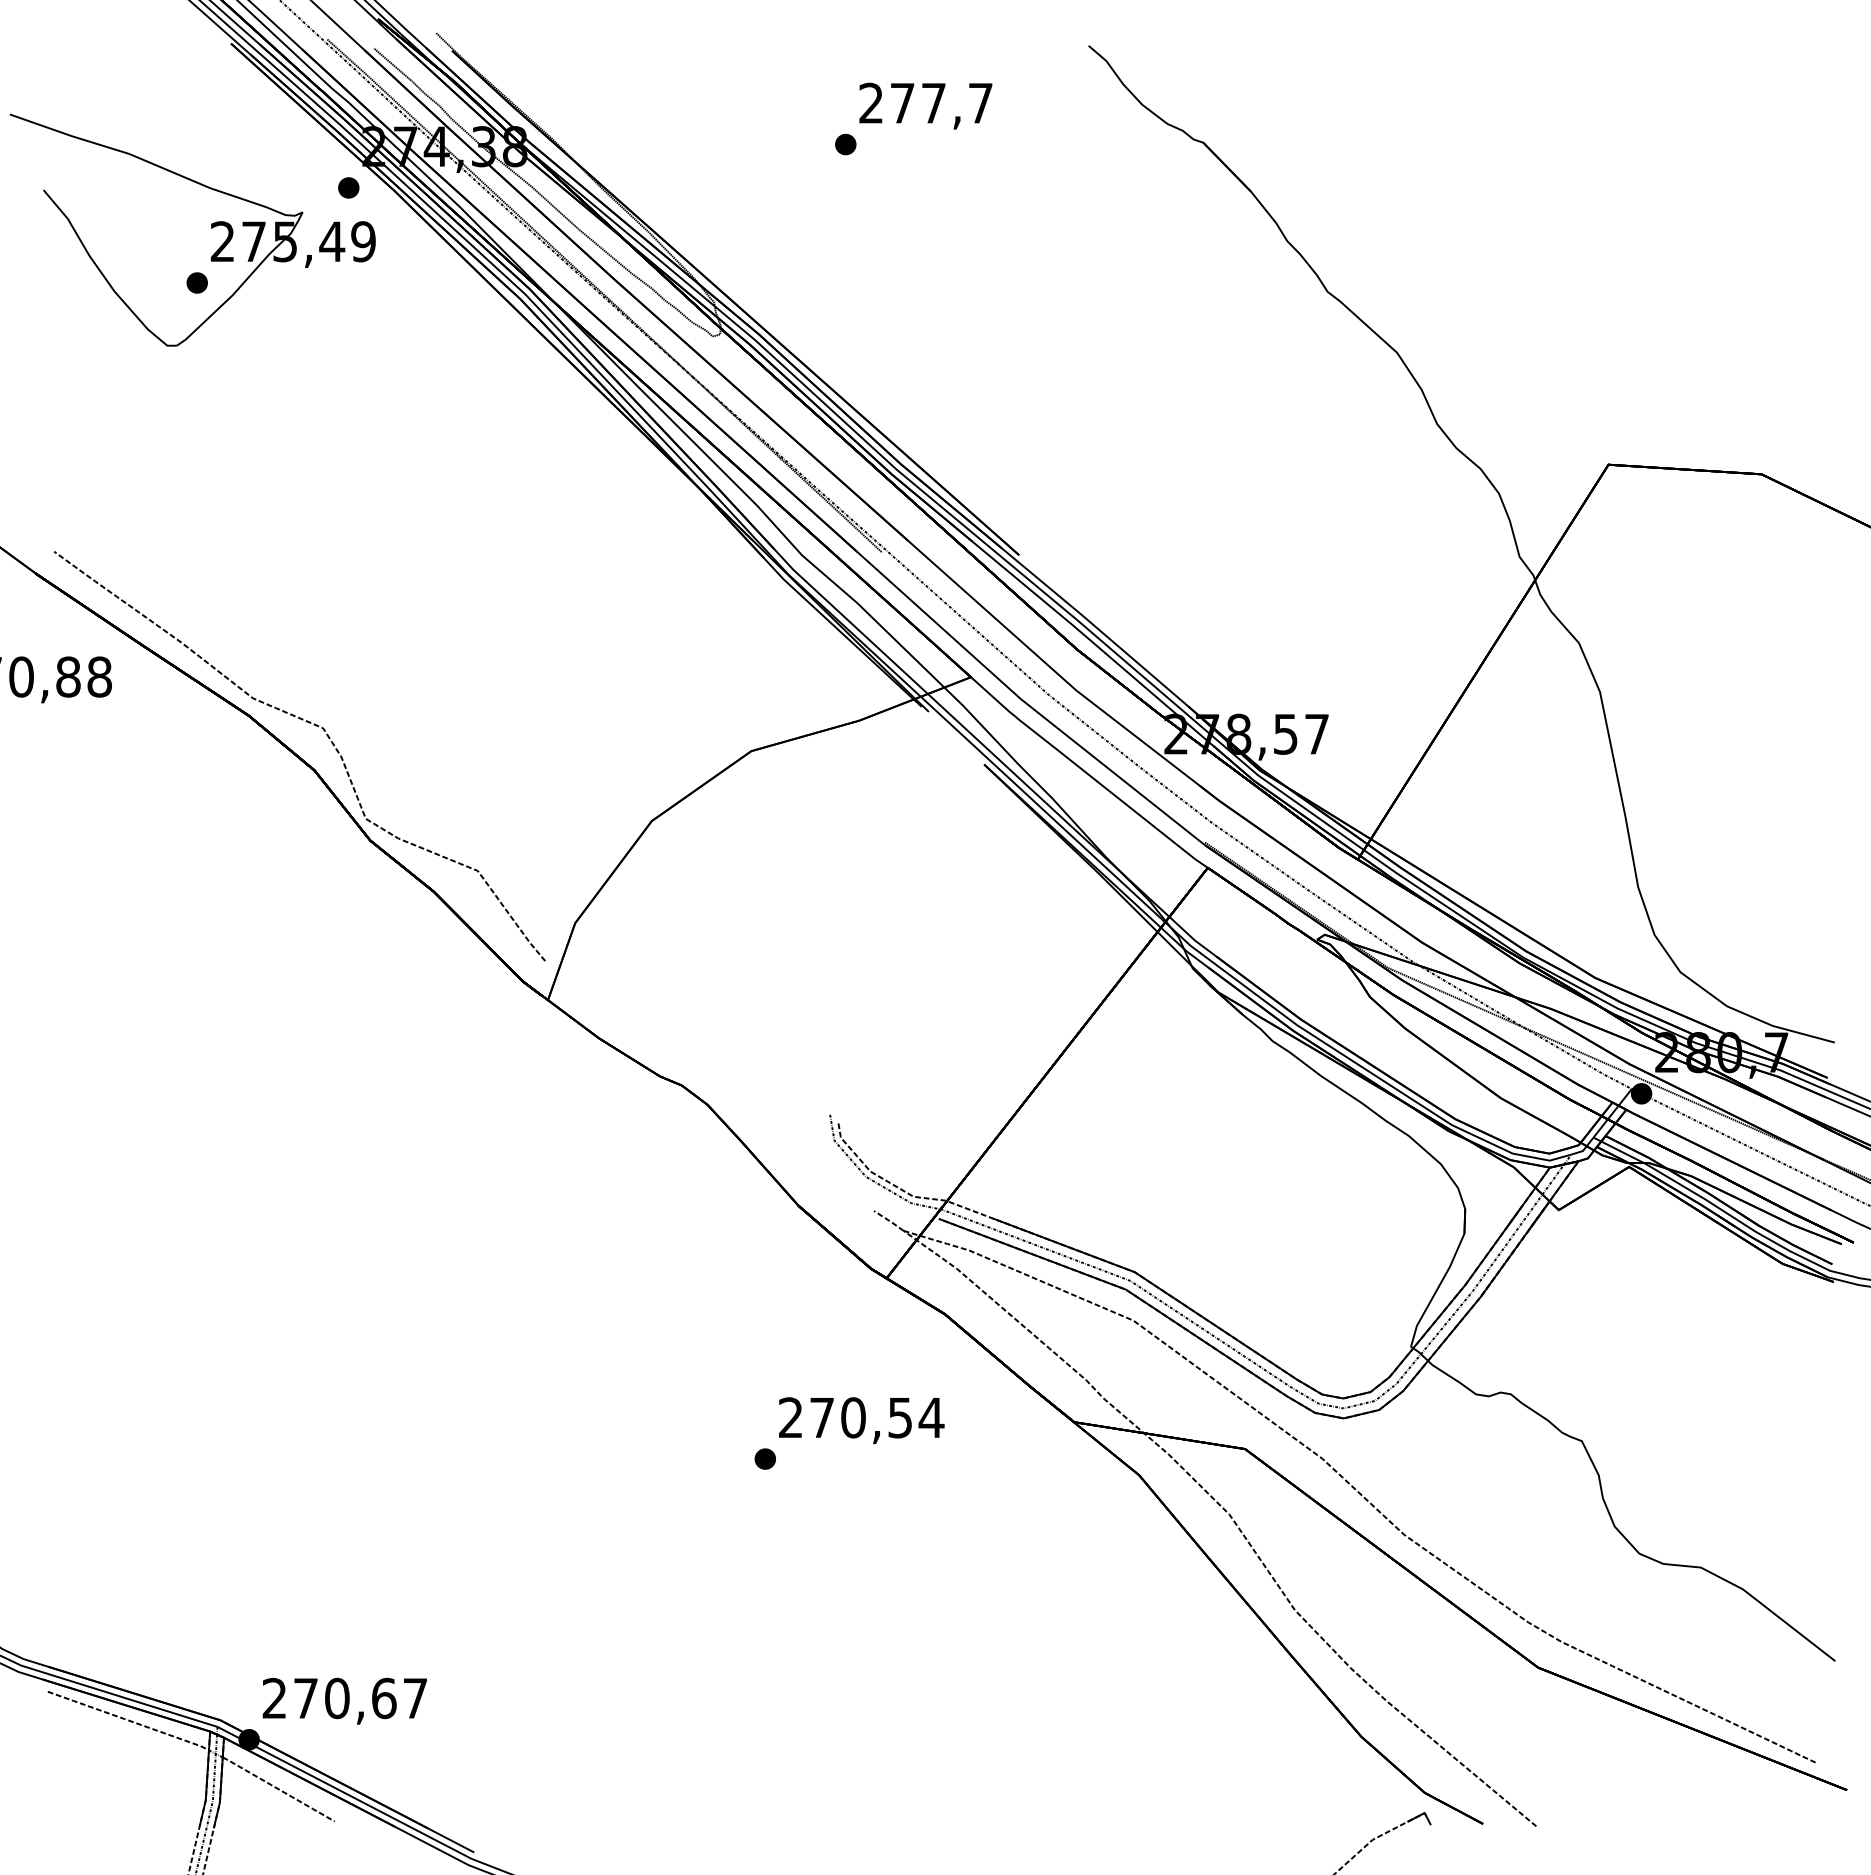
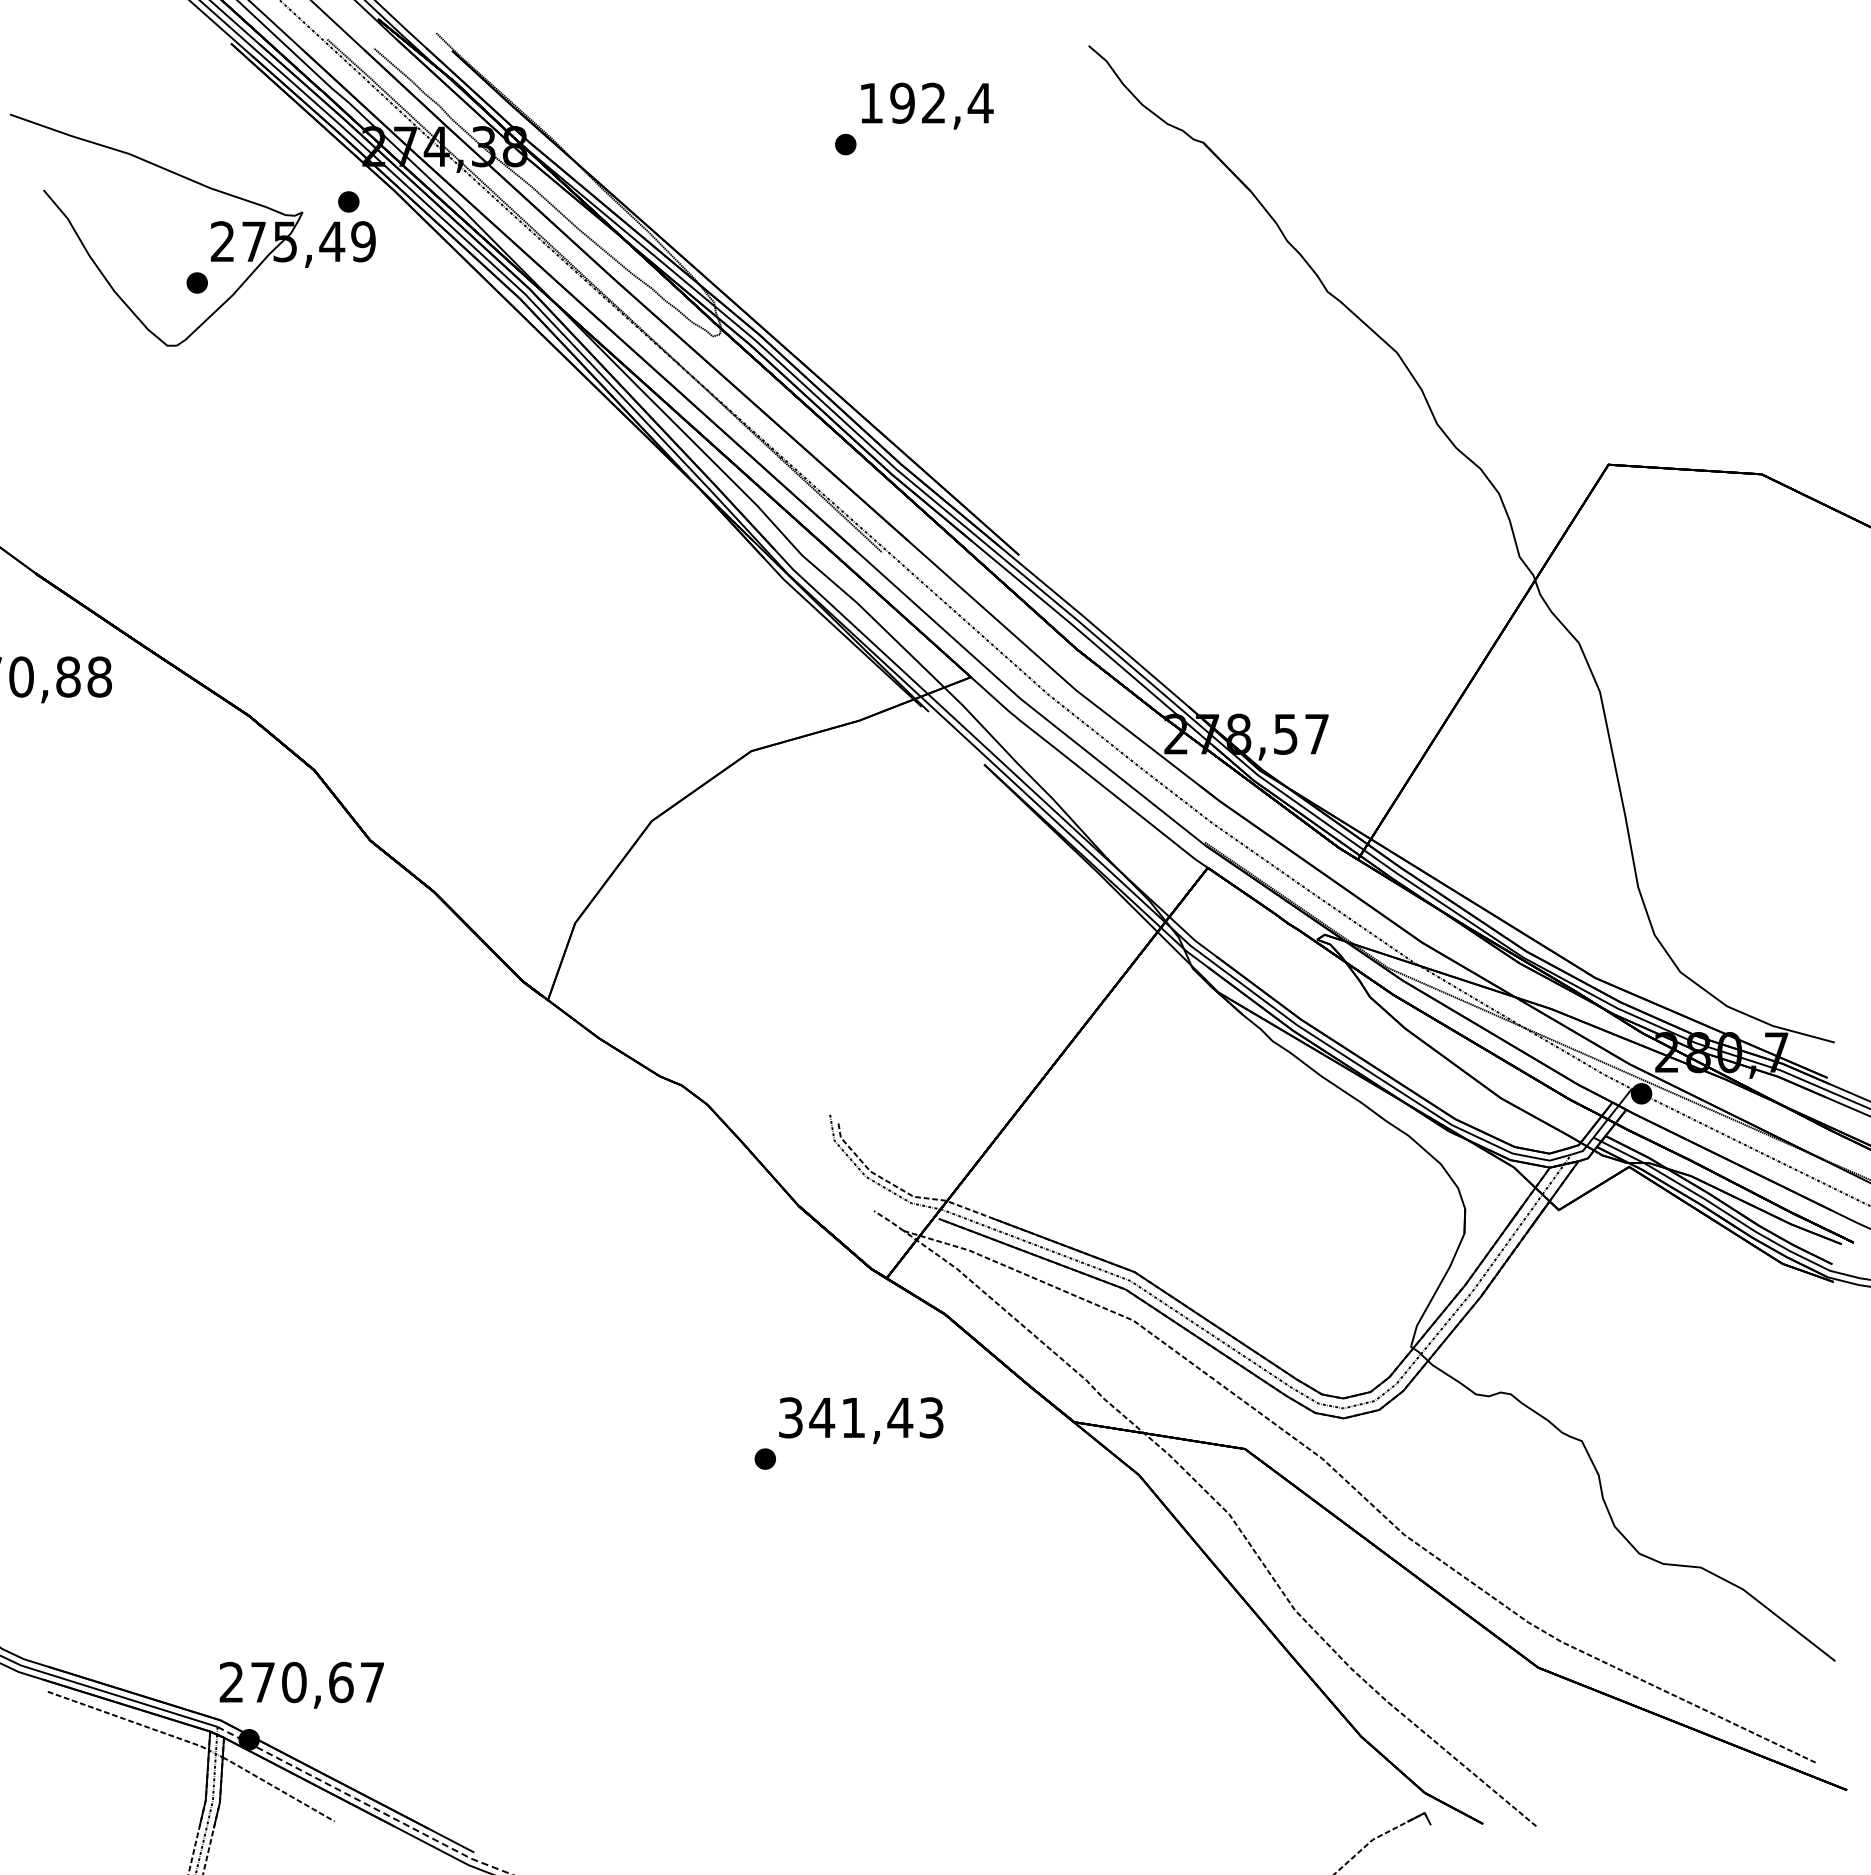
text at (926, 102): 277,7 -> 192,4
part at (348, 187) position: (348, 187) -> (348, 201)
curve at (327, 737): present -> none
text at (861, 1417): 270,54 -> 341,43
text at (344, 1700) position: (344, 1700) -> (301, 1684)
line at (364, 1803): solid -> dashed
